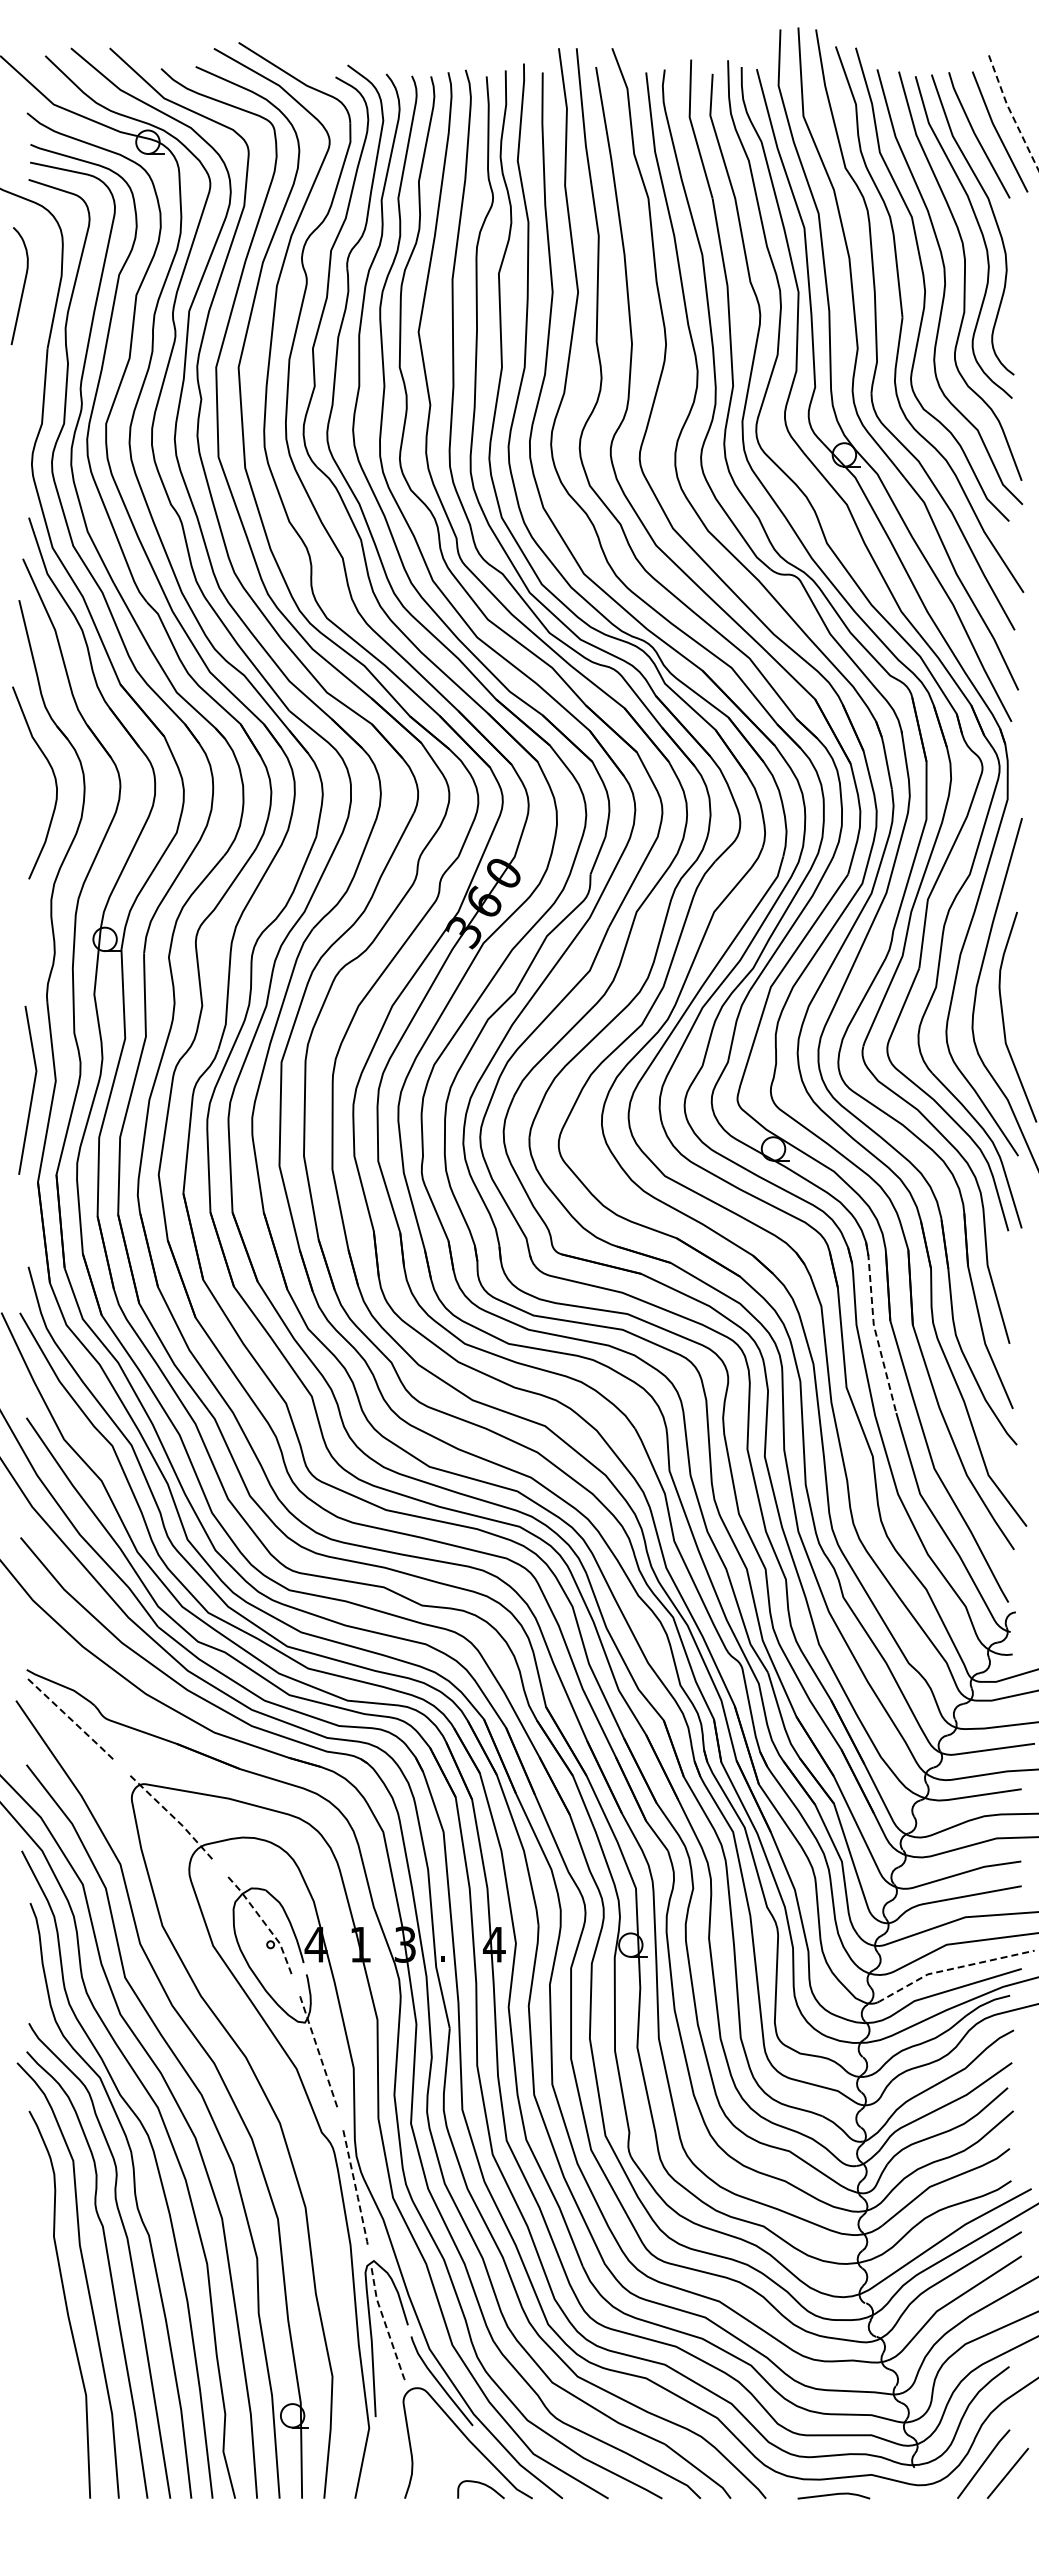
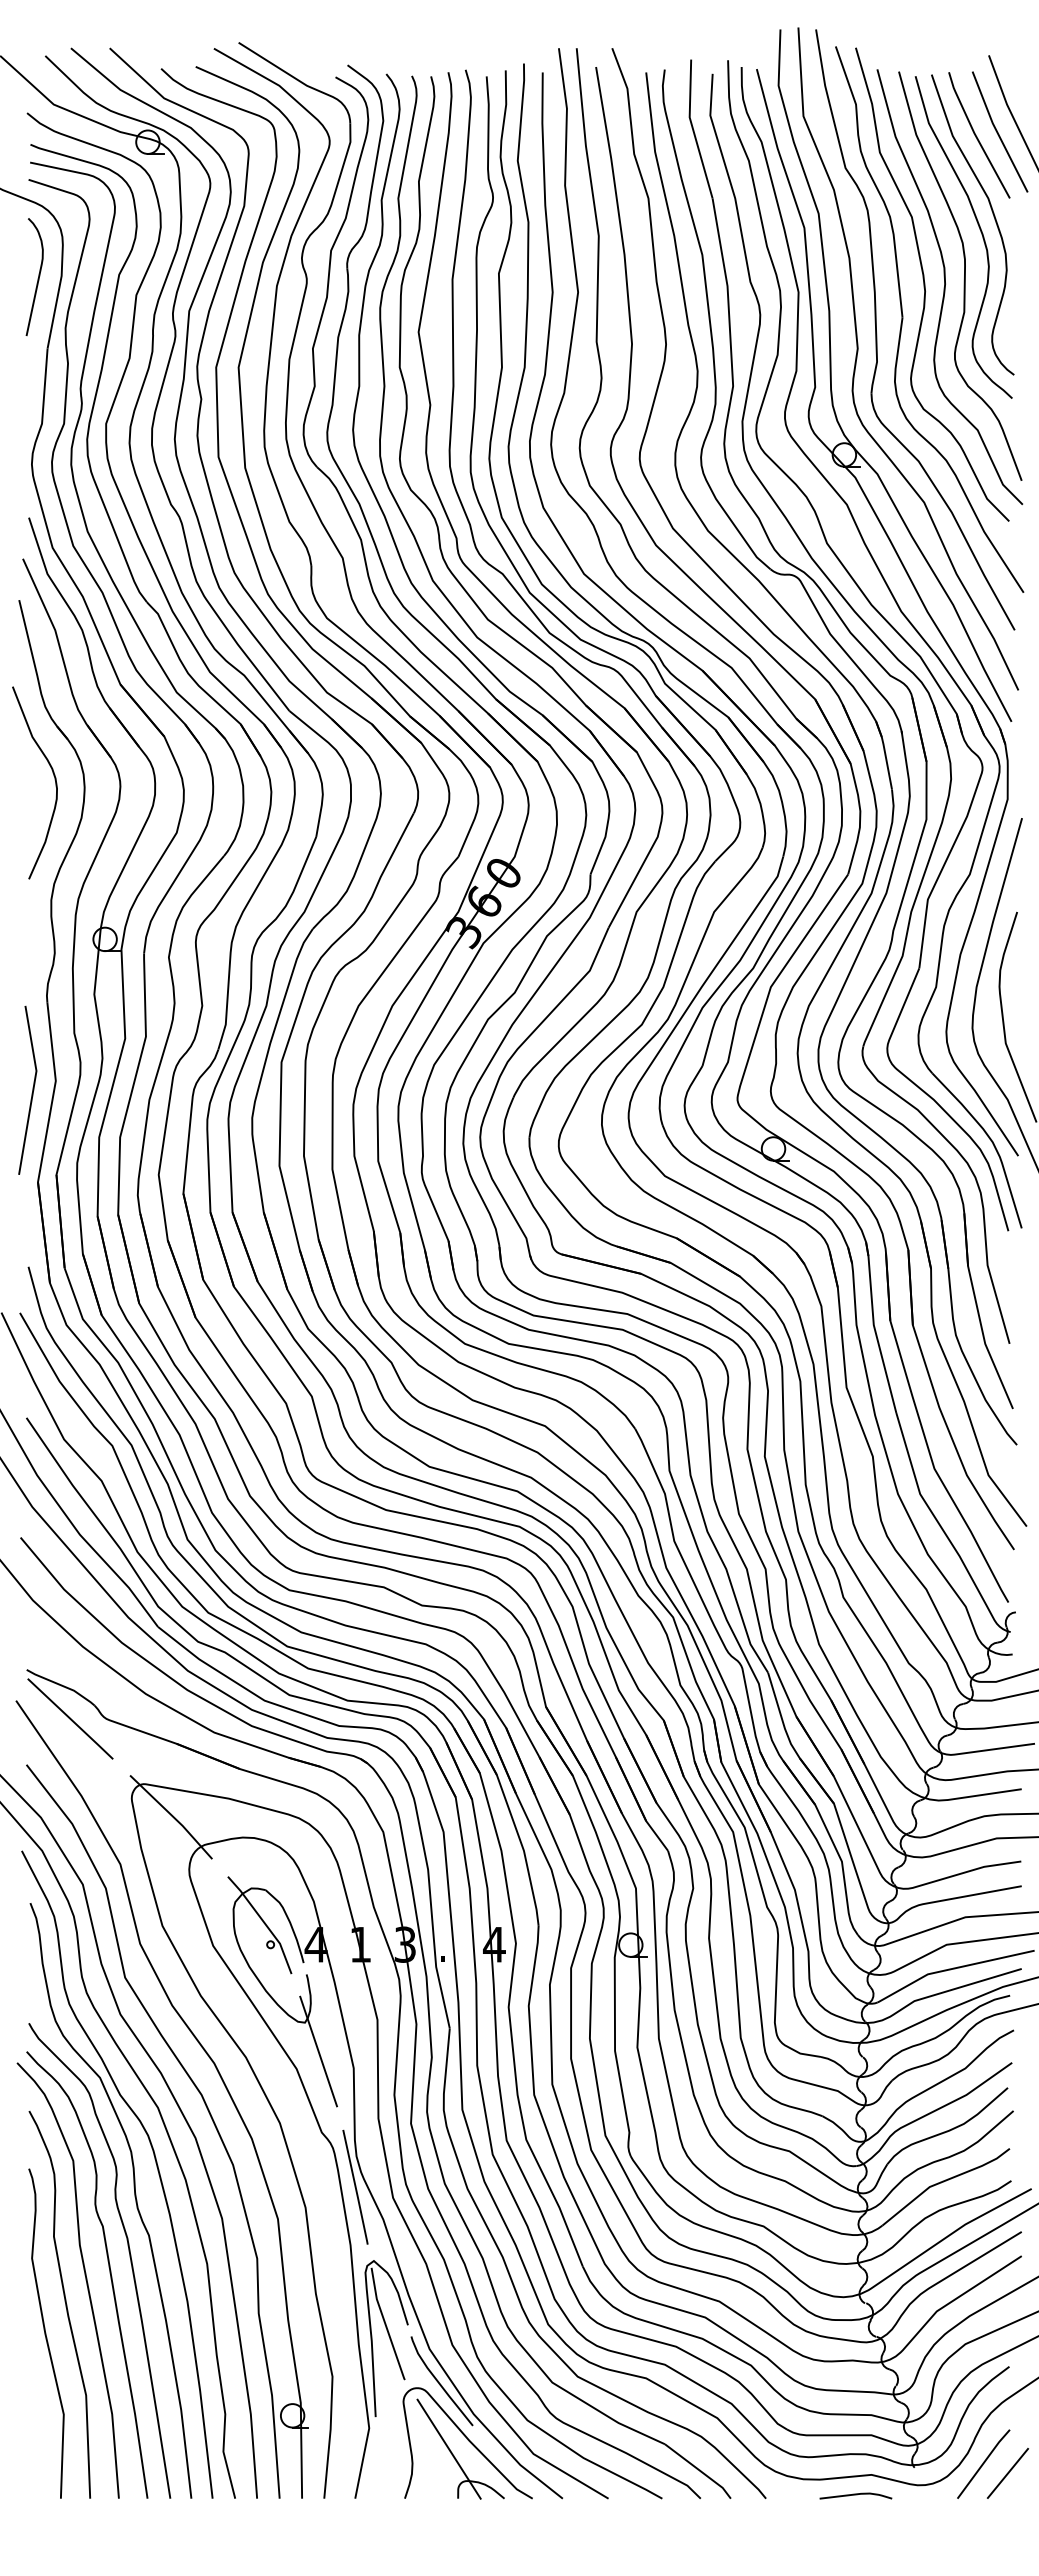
line at (1011, 113): dashed -> solid
curve at (22, 287) position: (22, 287) -> (37, 278)
line at (874, 1328): dashed -> solid
line at (71, 1719): dashed -> solid
line at (172, 1816): dashed -> solid
line at (263, 1922): dashed -> solid
line at (952, 1968): dashed -> solid
line at (318, 2050): dashed -> solid
line at (355, 2188): dashed -> solid
line at (385, 2324): dashed -> solid
curve at (46, 2333): none -> present
line at (448, 2448): none -> present
curve at (833, 2495) position: (833, 2495) -> (855, 2495)
